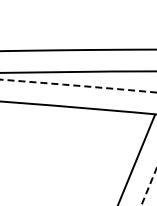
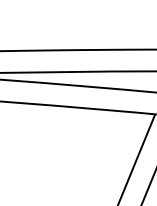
arc at (78, 85): dashed -> solid
line at (148, 187): dashed -> solid
